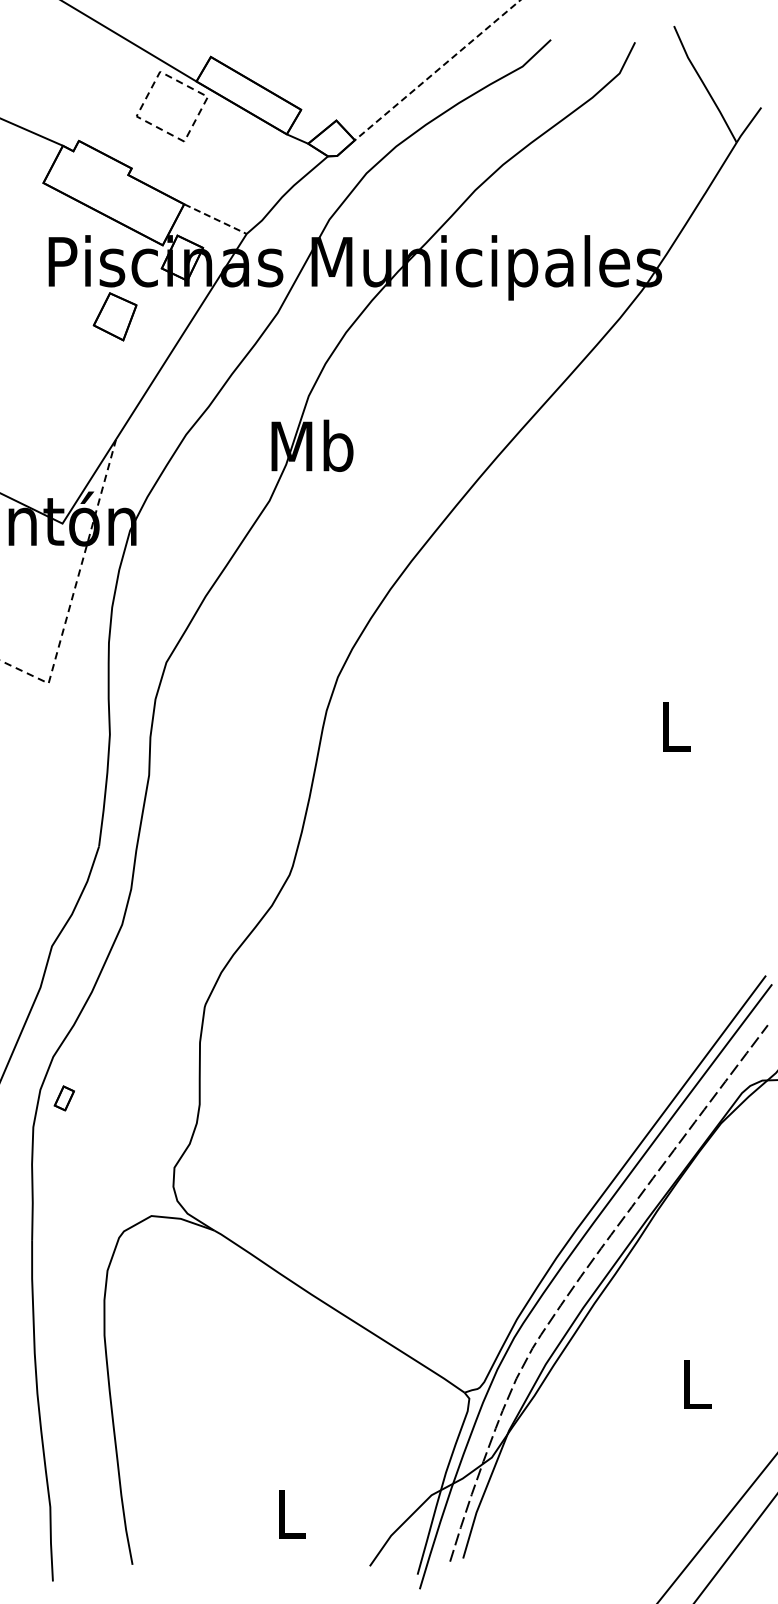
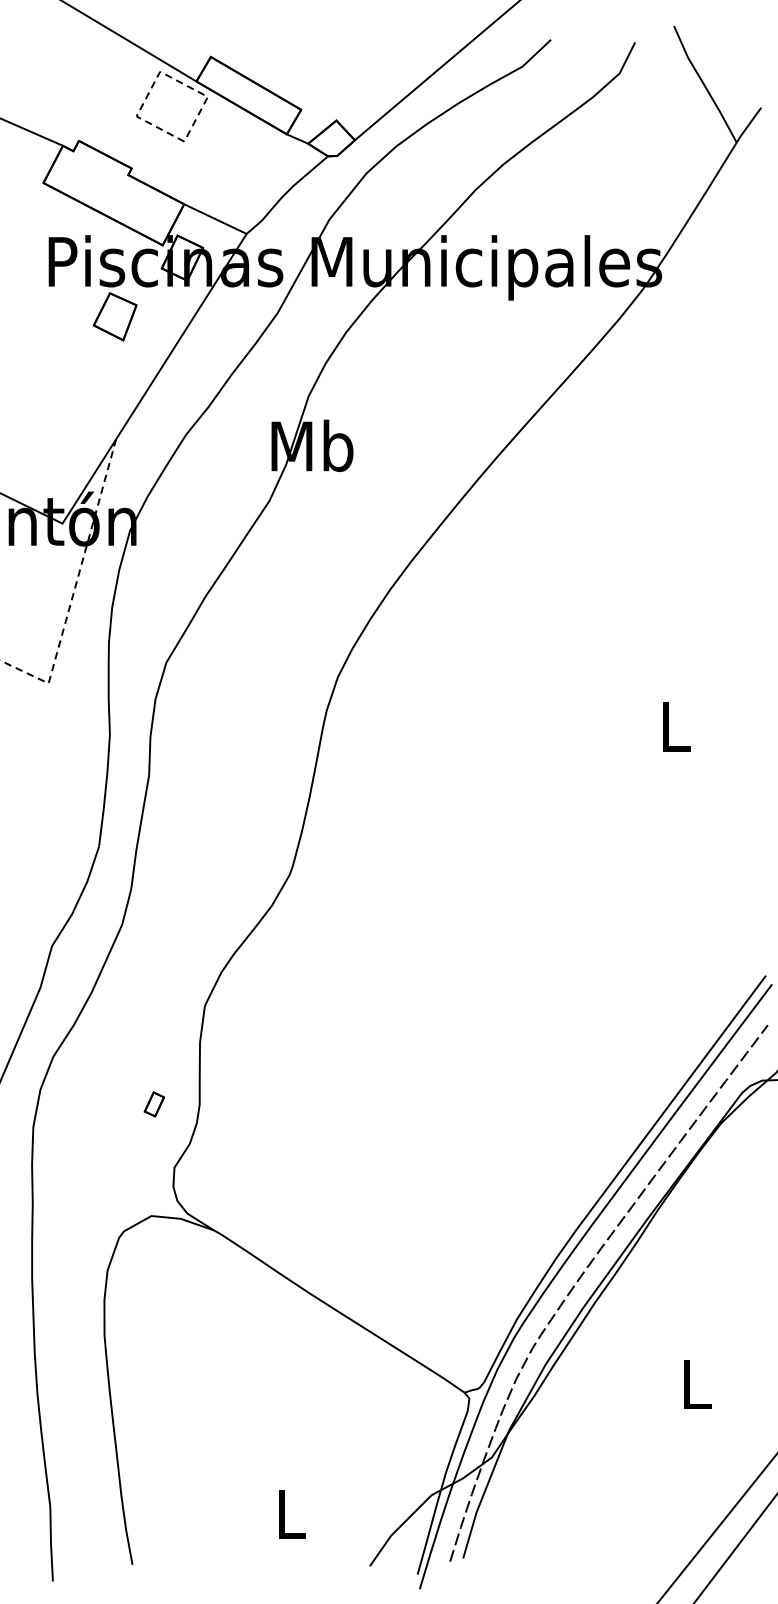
line at (437, 70): dashed -> solid
line at (215, 219): dashed -> solid
part at (63, 1098) position: (63, 1098) -> (153, 1104)
